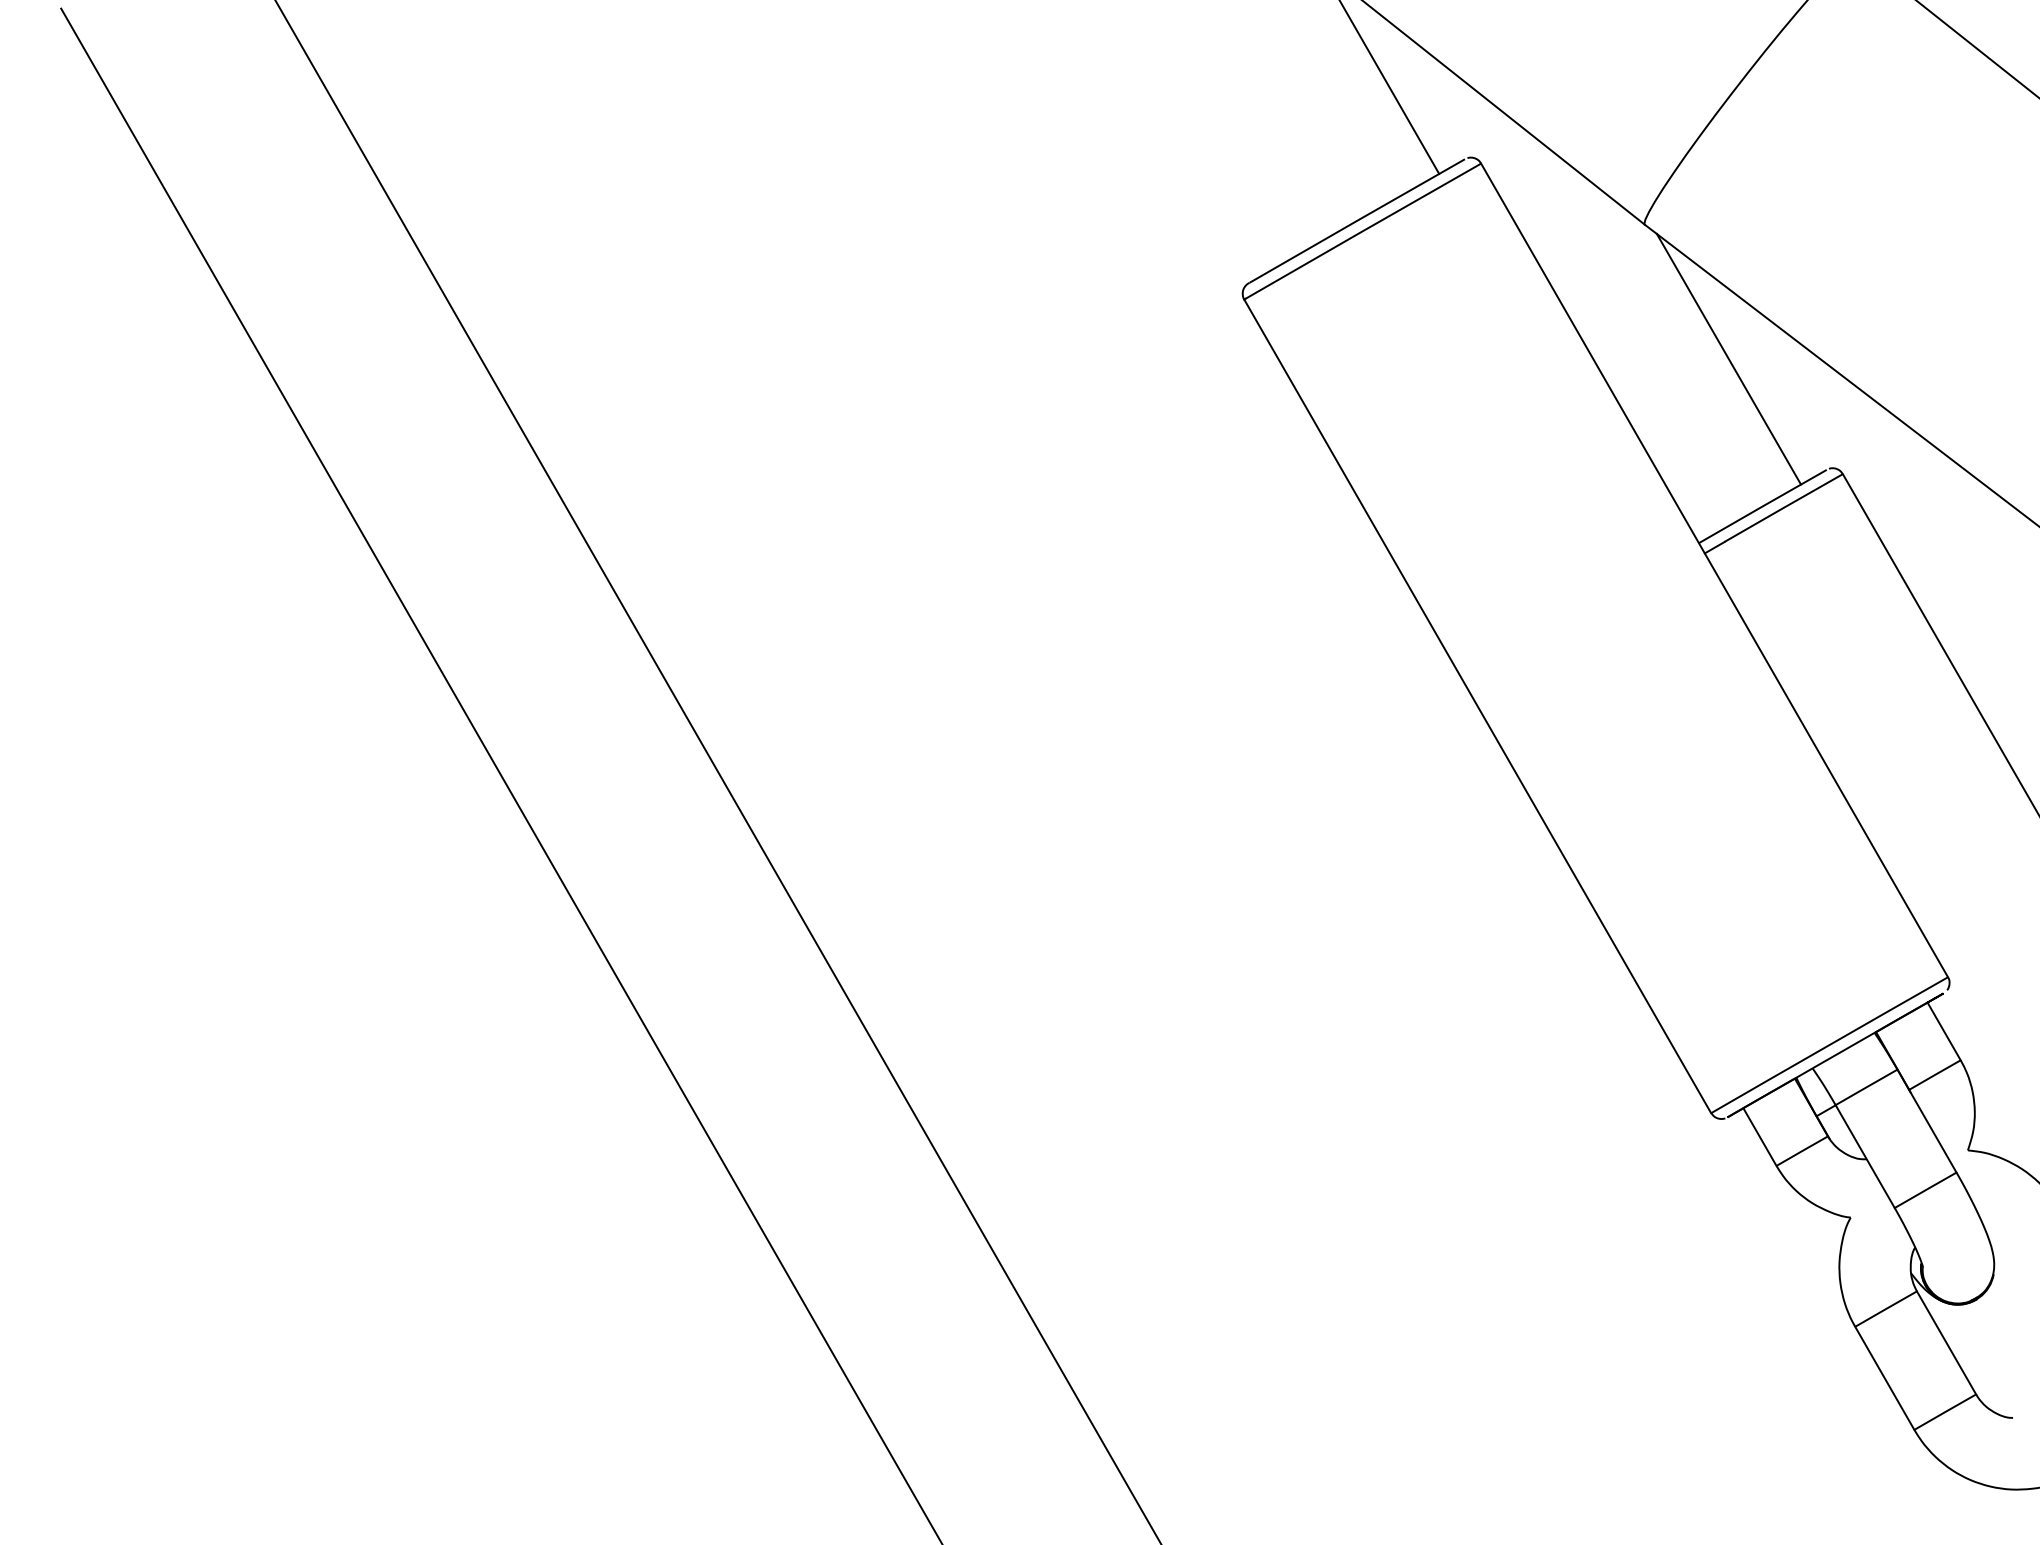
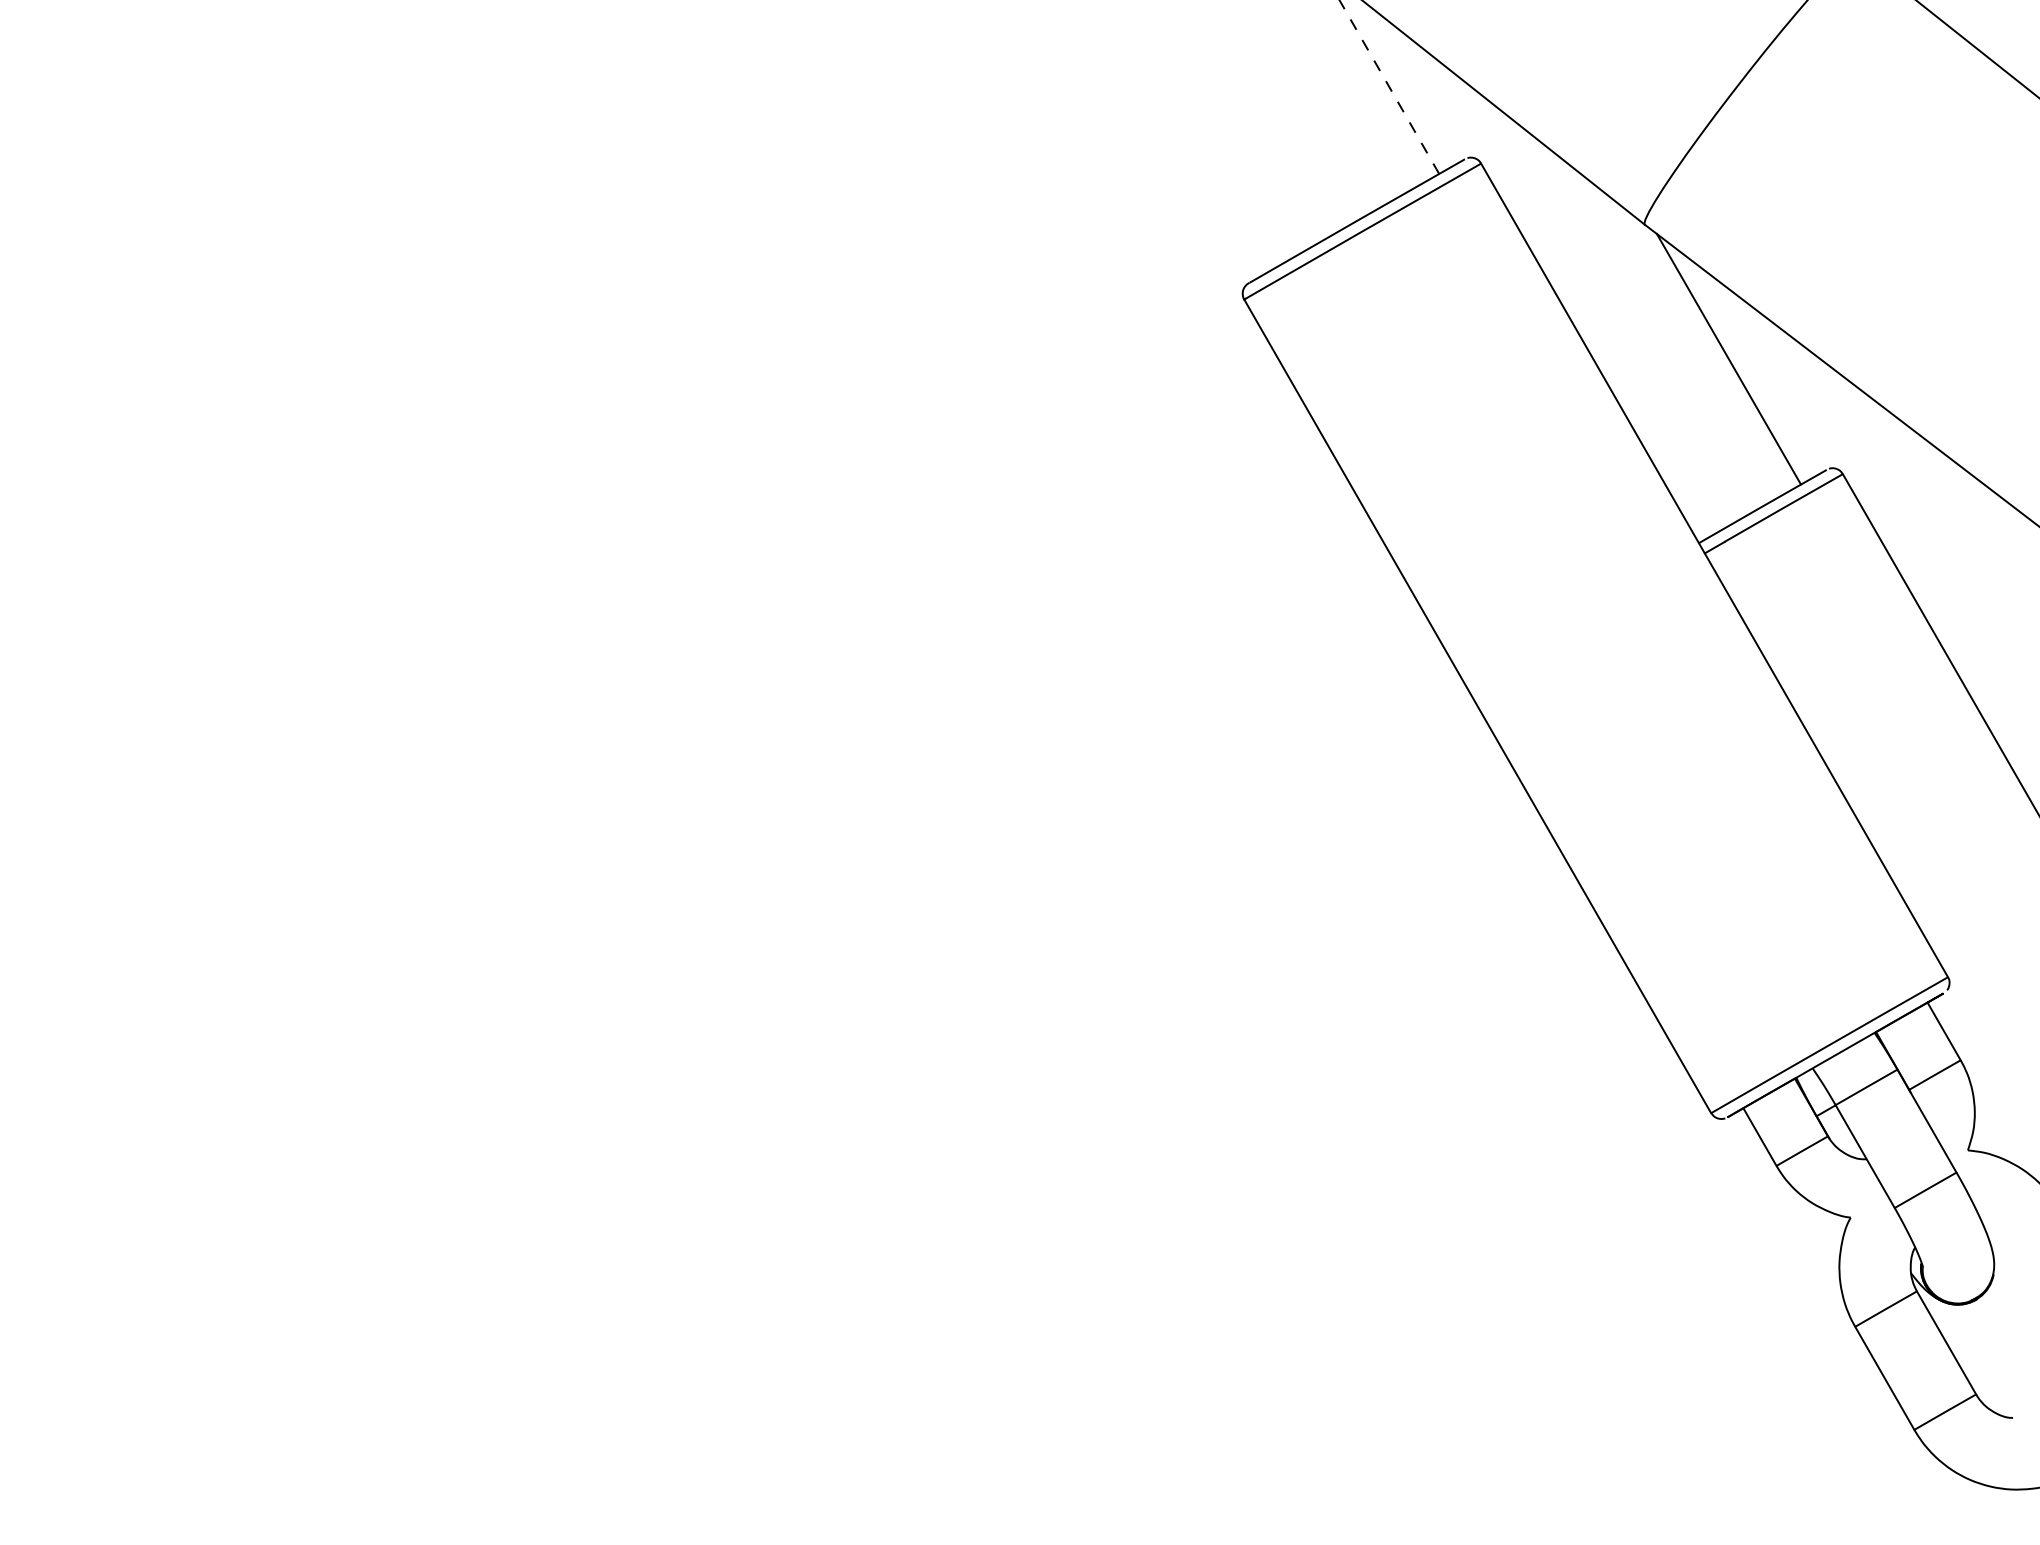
line at (1389, 87): solid -> dashed
line at (717, 771): present -> none
line at (500, 774): present -> none
